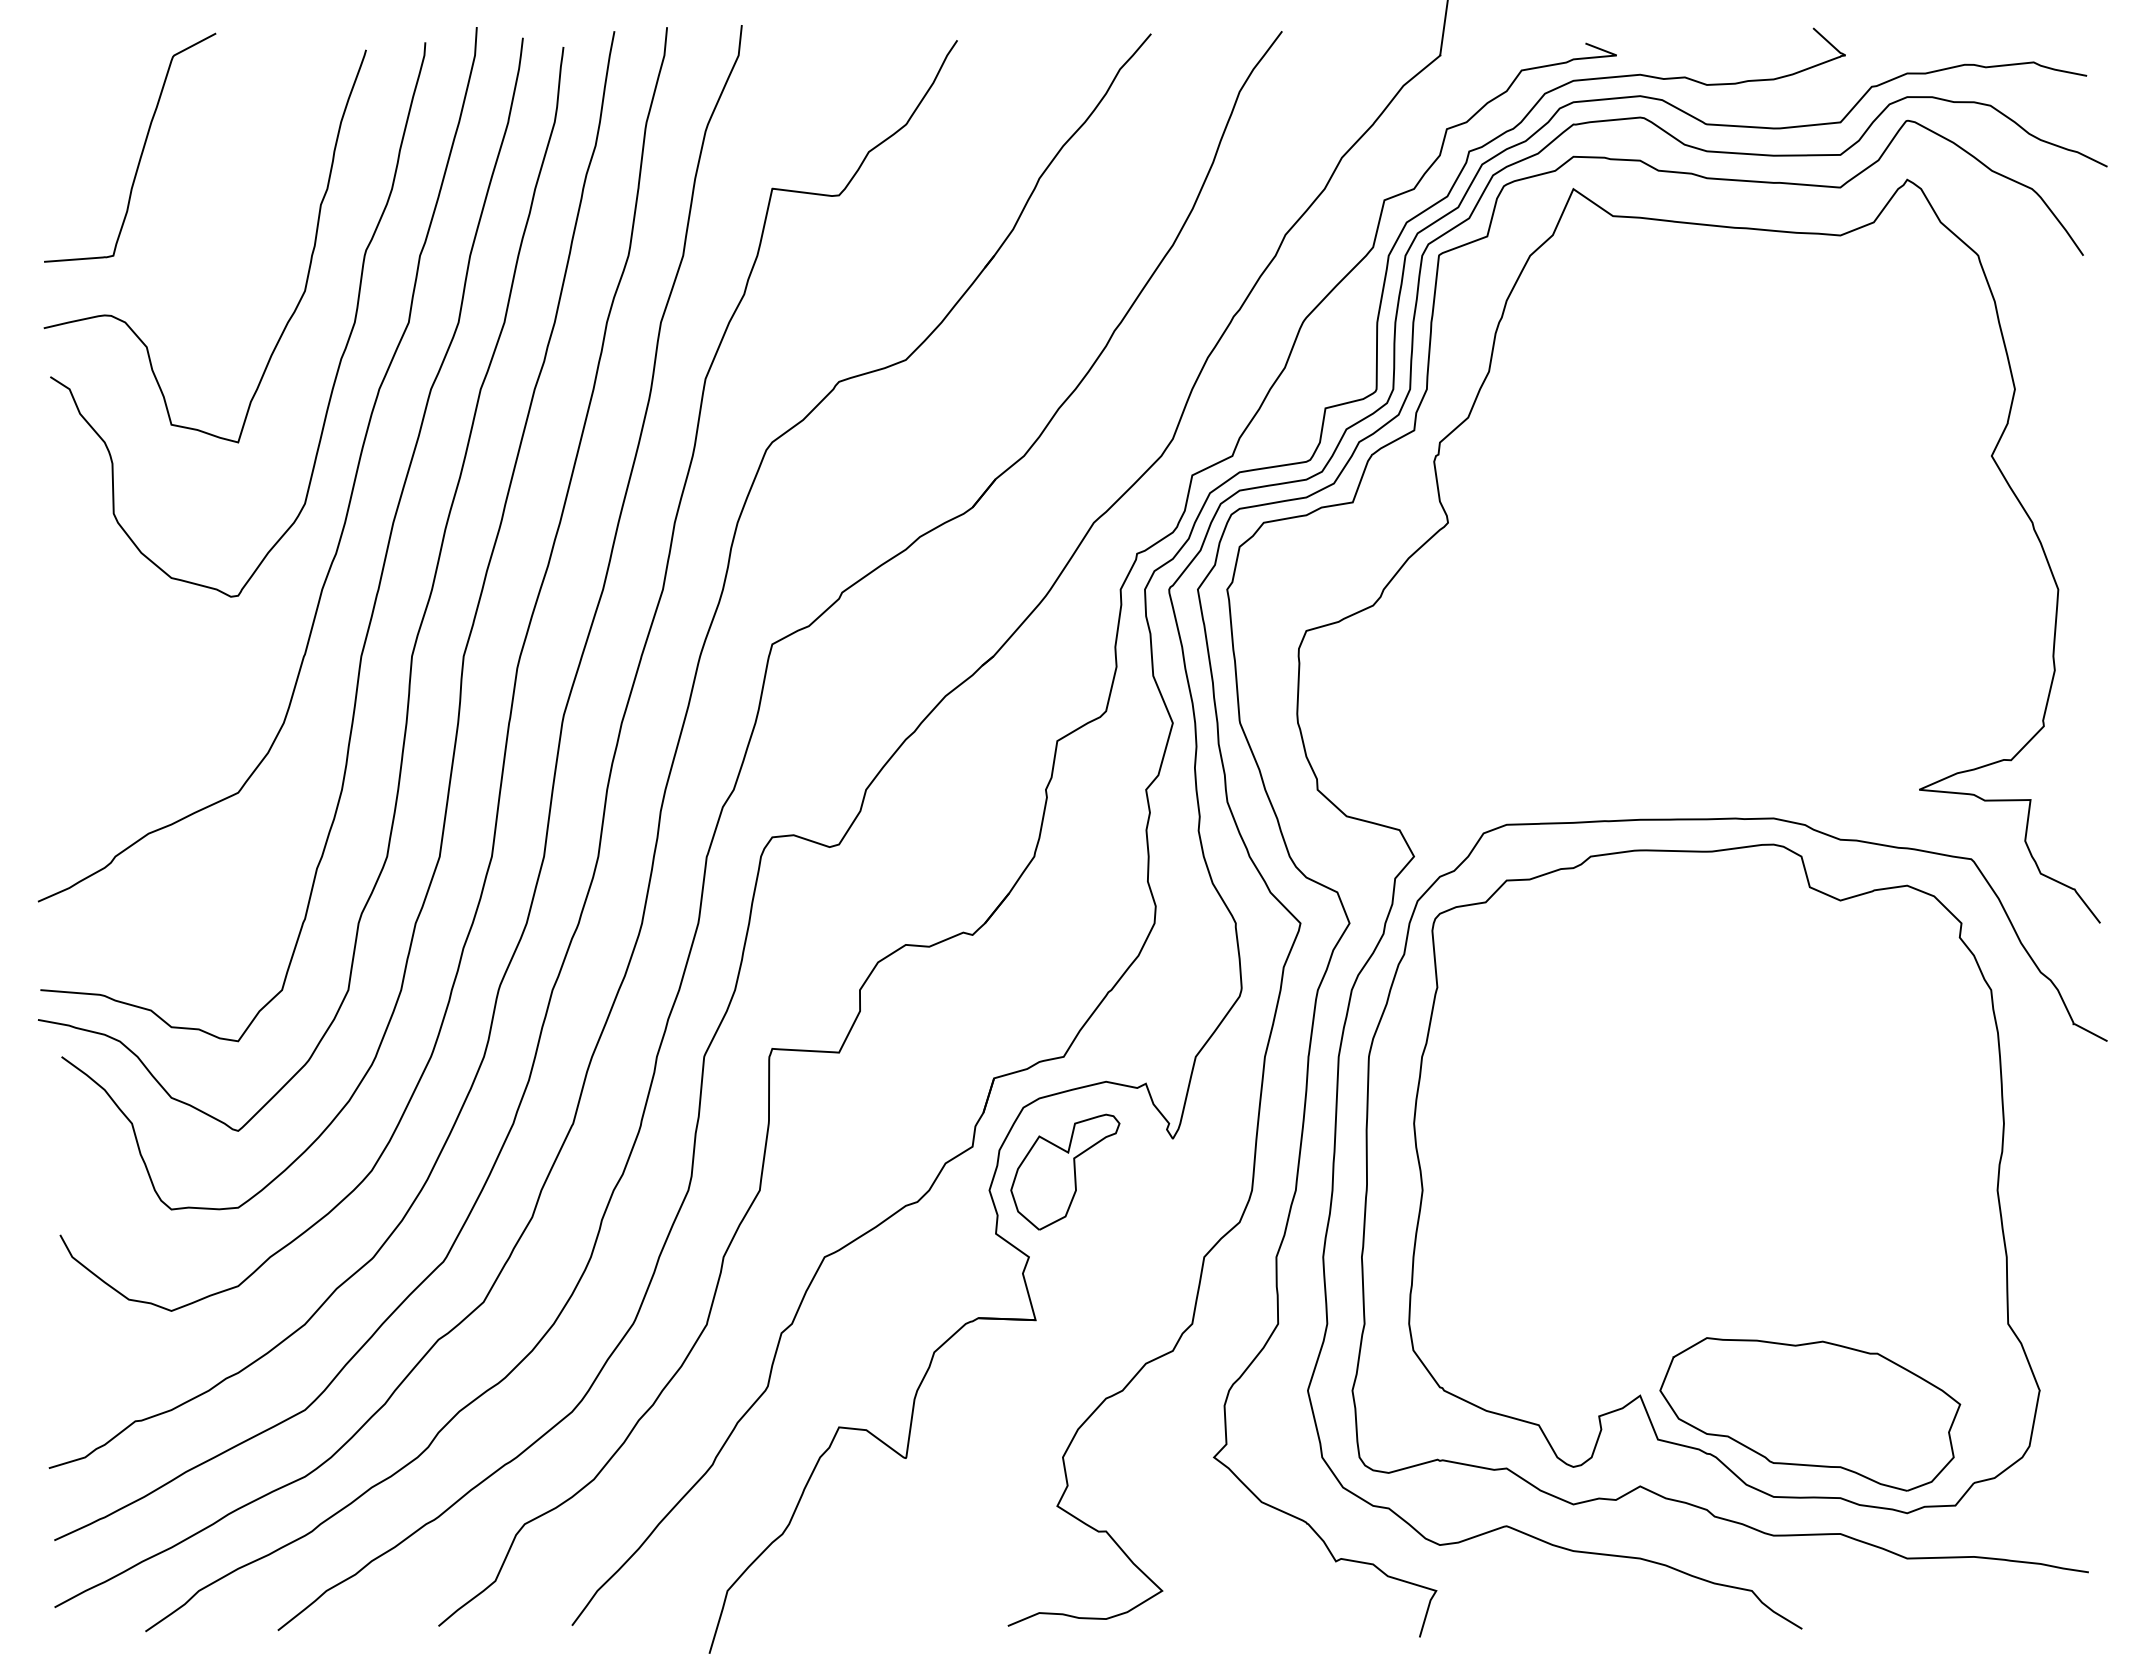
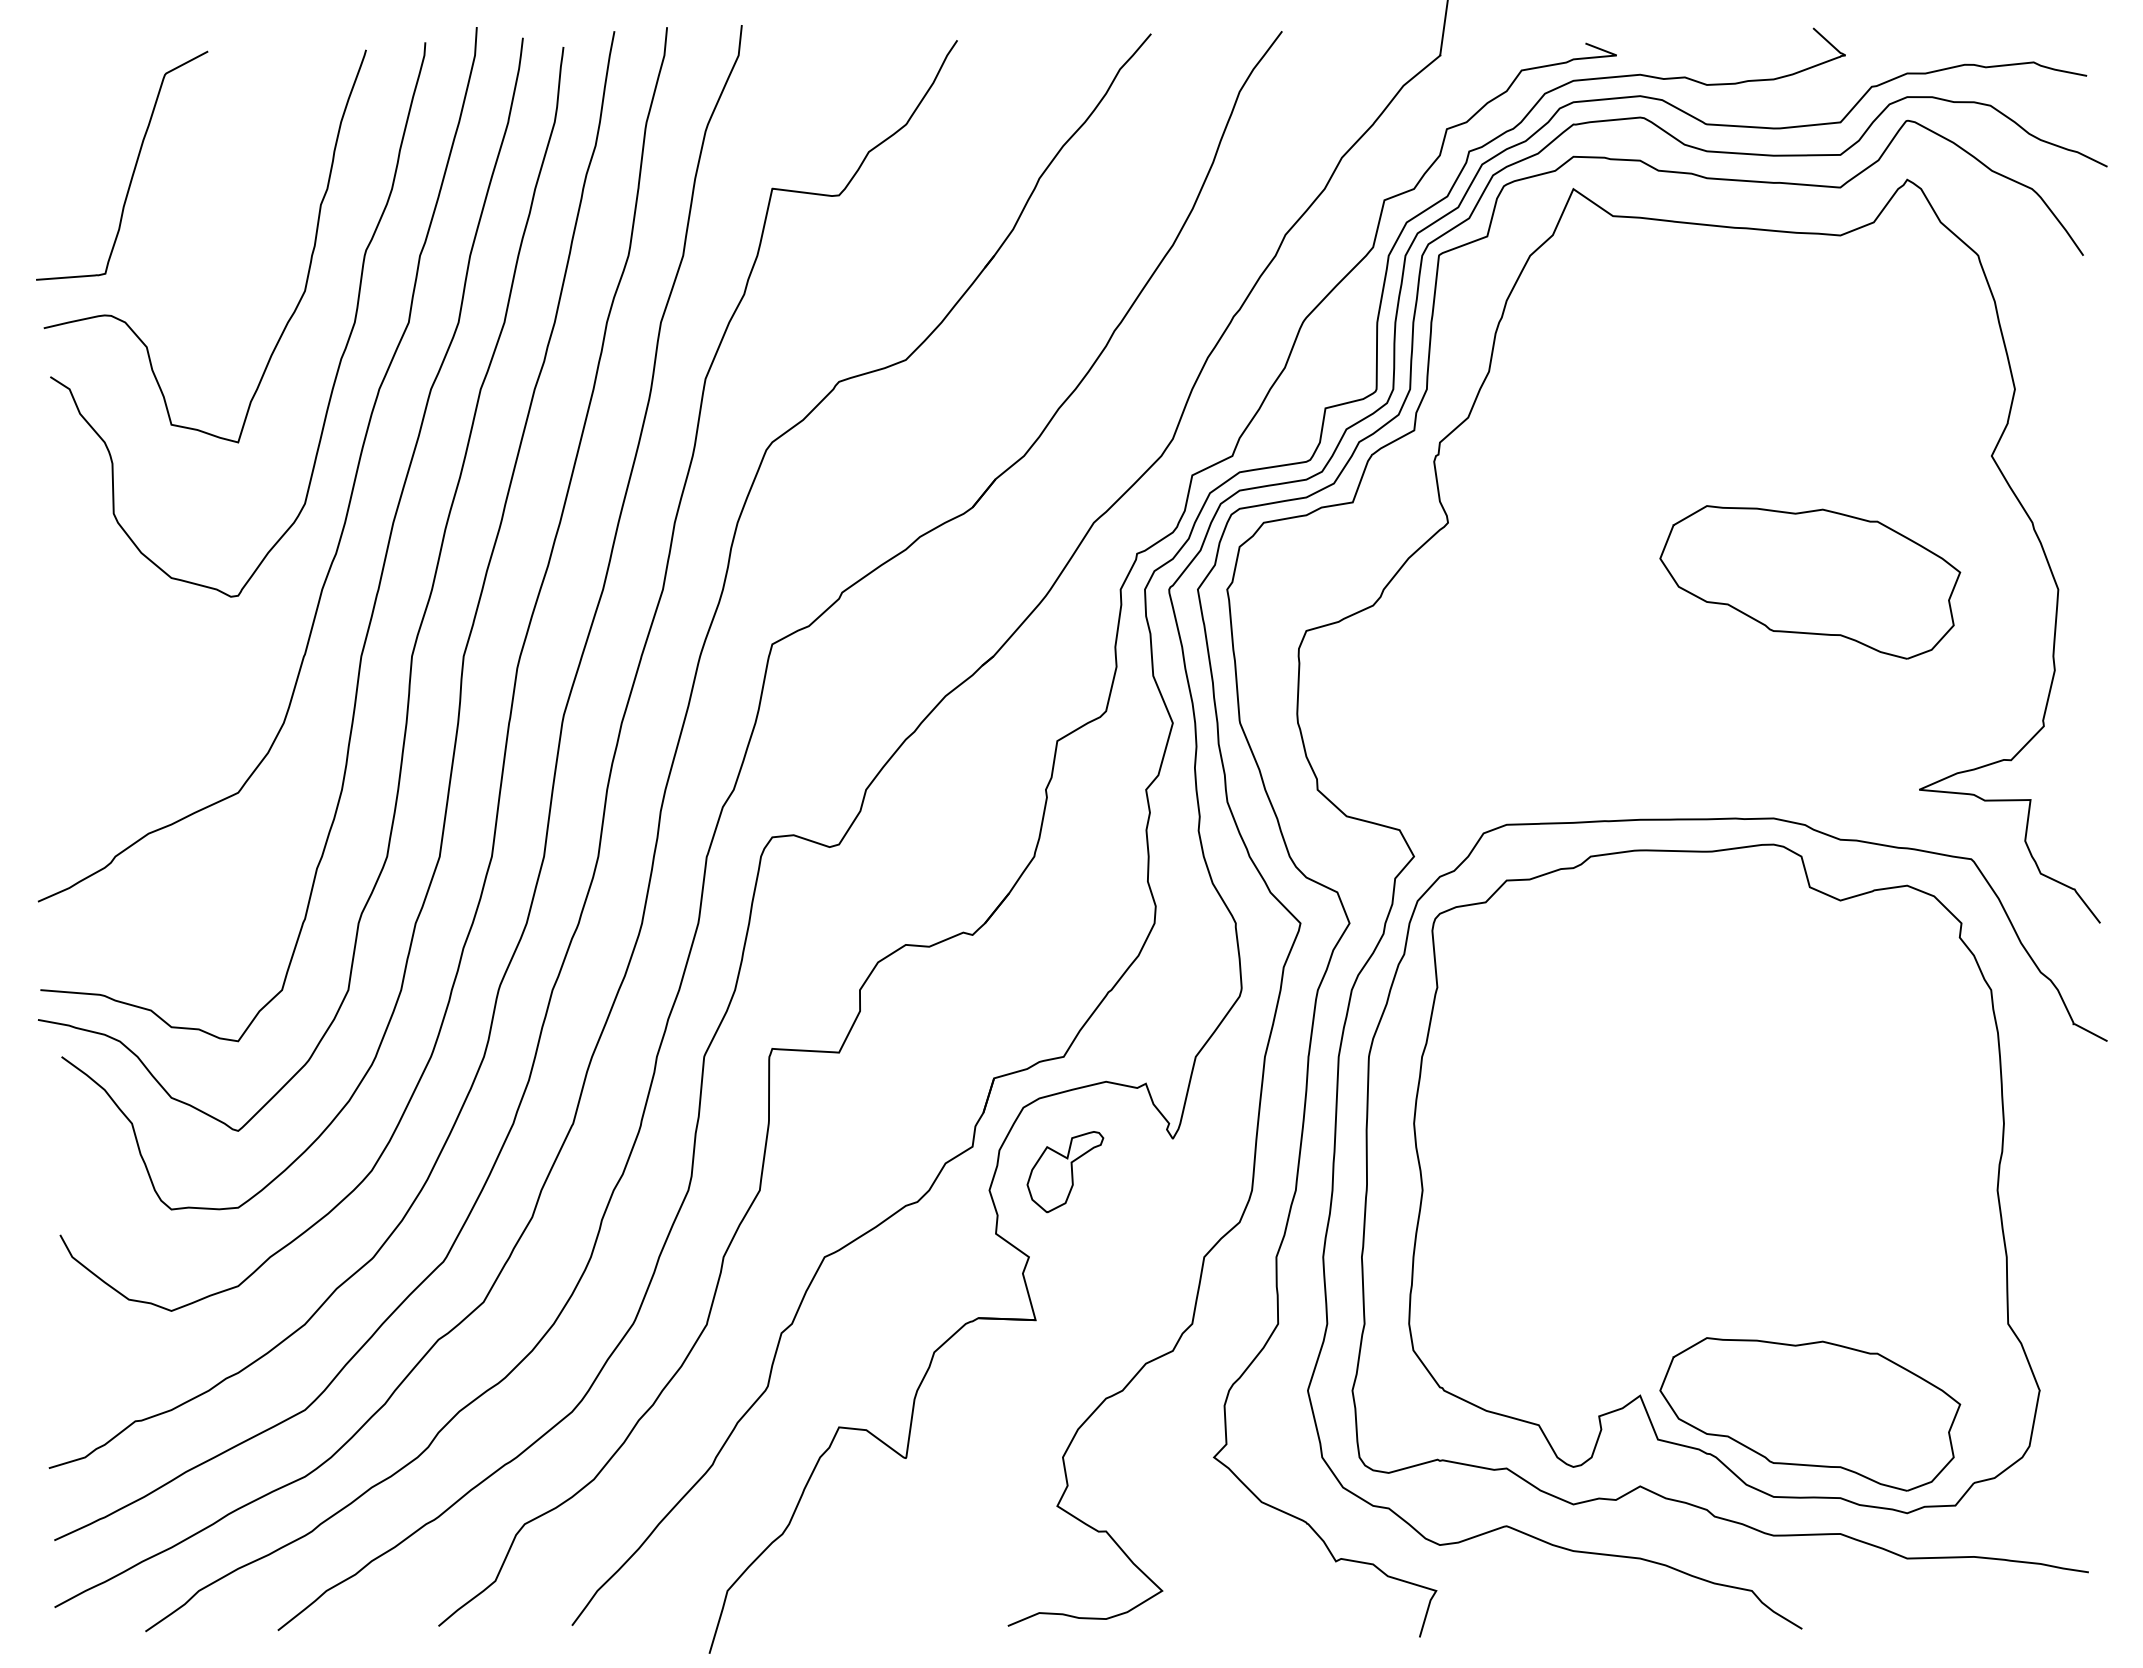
curve at (141, 151) position: (141, 151) -> (133, 169)
part at (1810, 582): none -> present
part at (1065, 1171) size: 111x118 px -> 79x83 px
